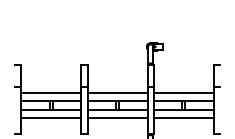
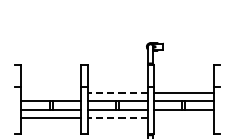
line at (51, 92): present -> none
line at (117, 92): solid -> dashed
line at (117, 118): solid -> dashed
line at (183, 118): present -> none
